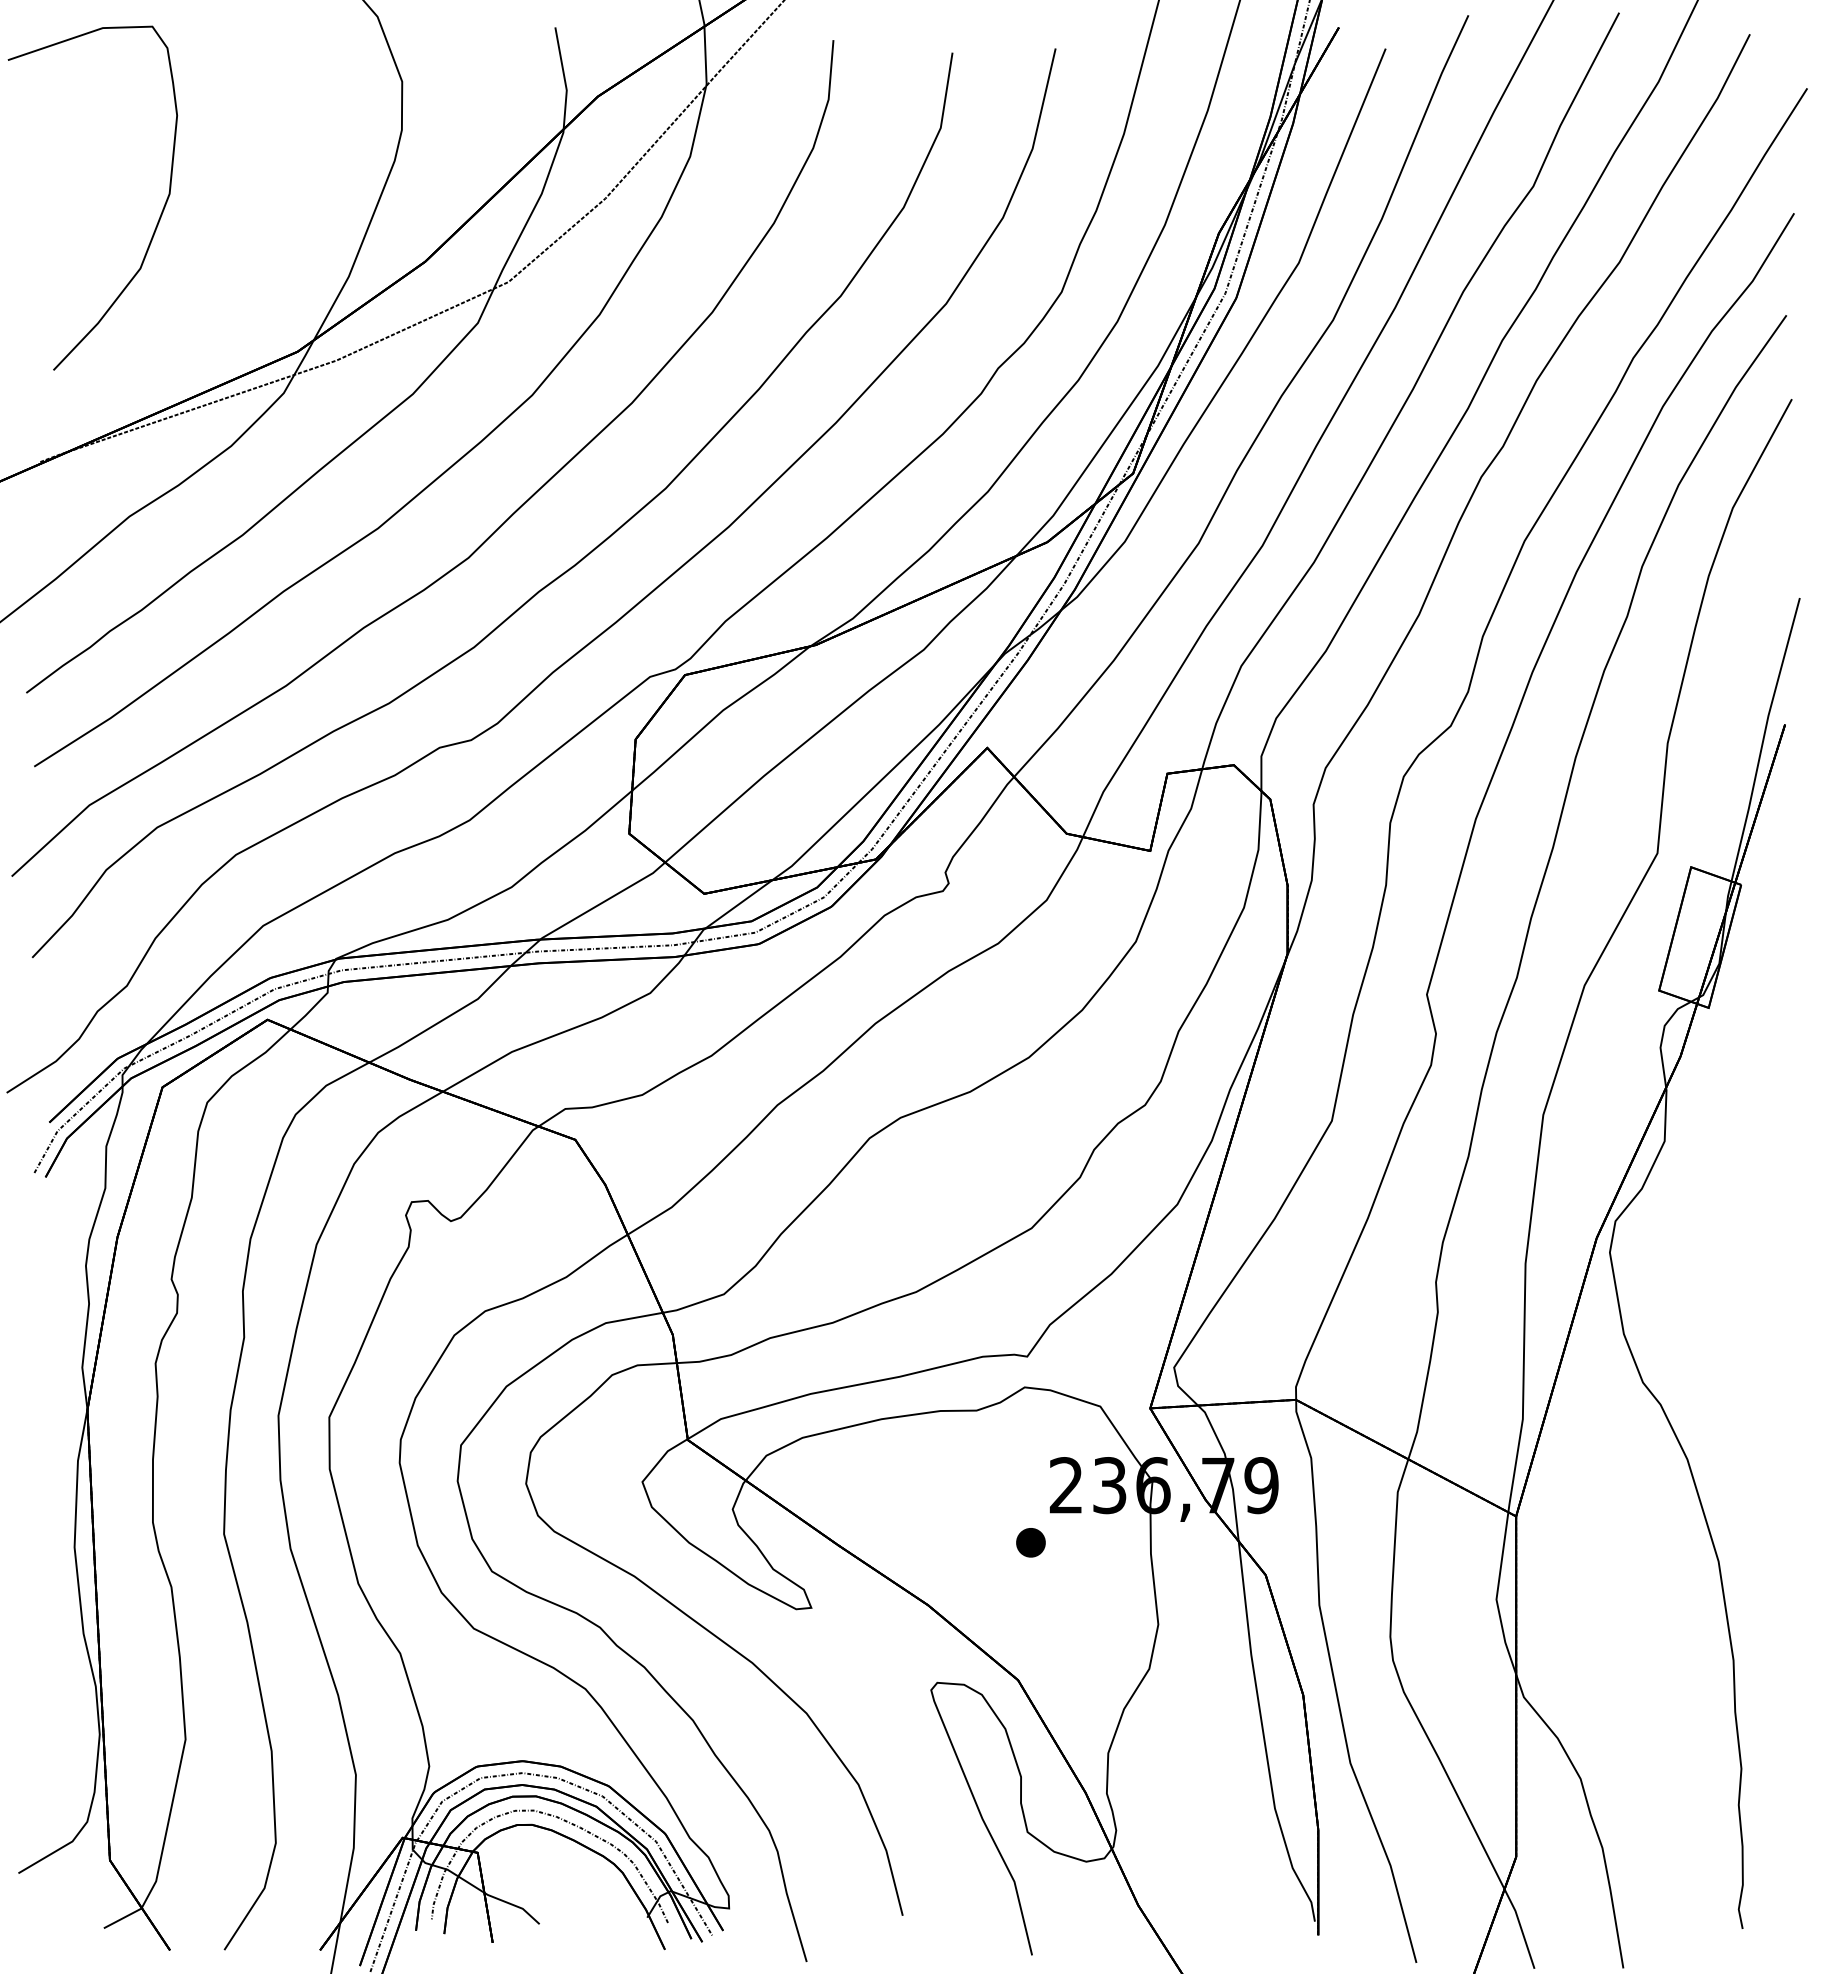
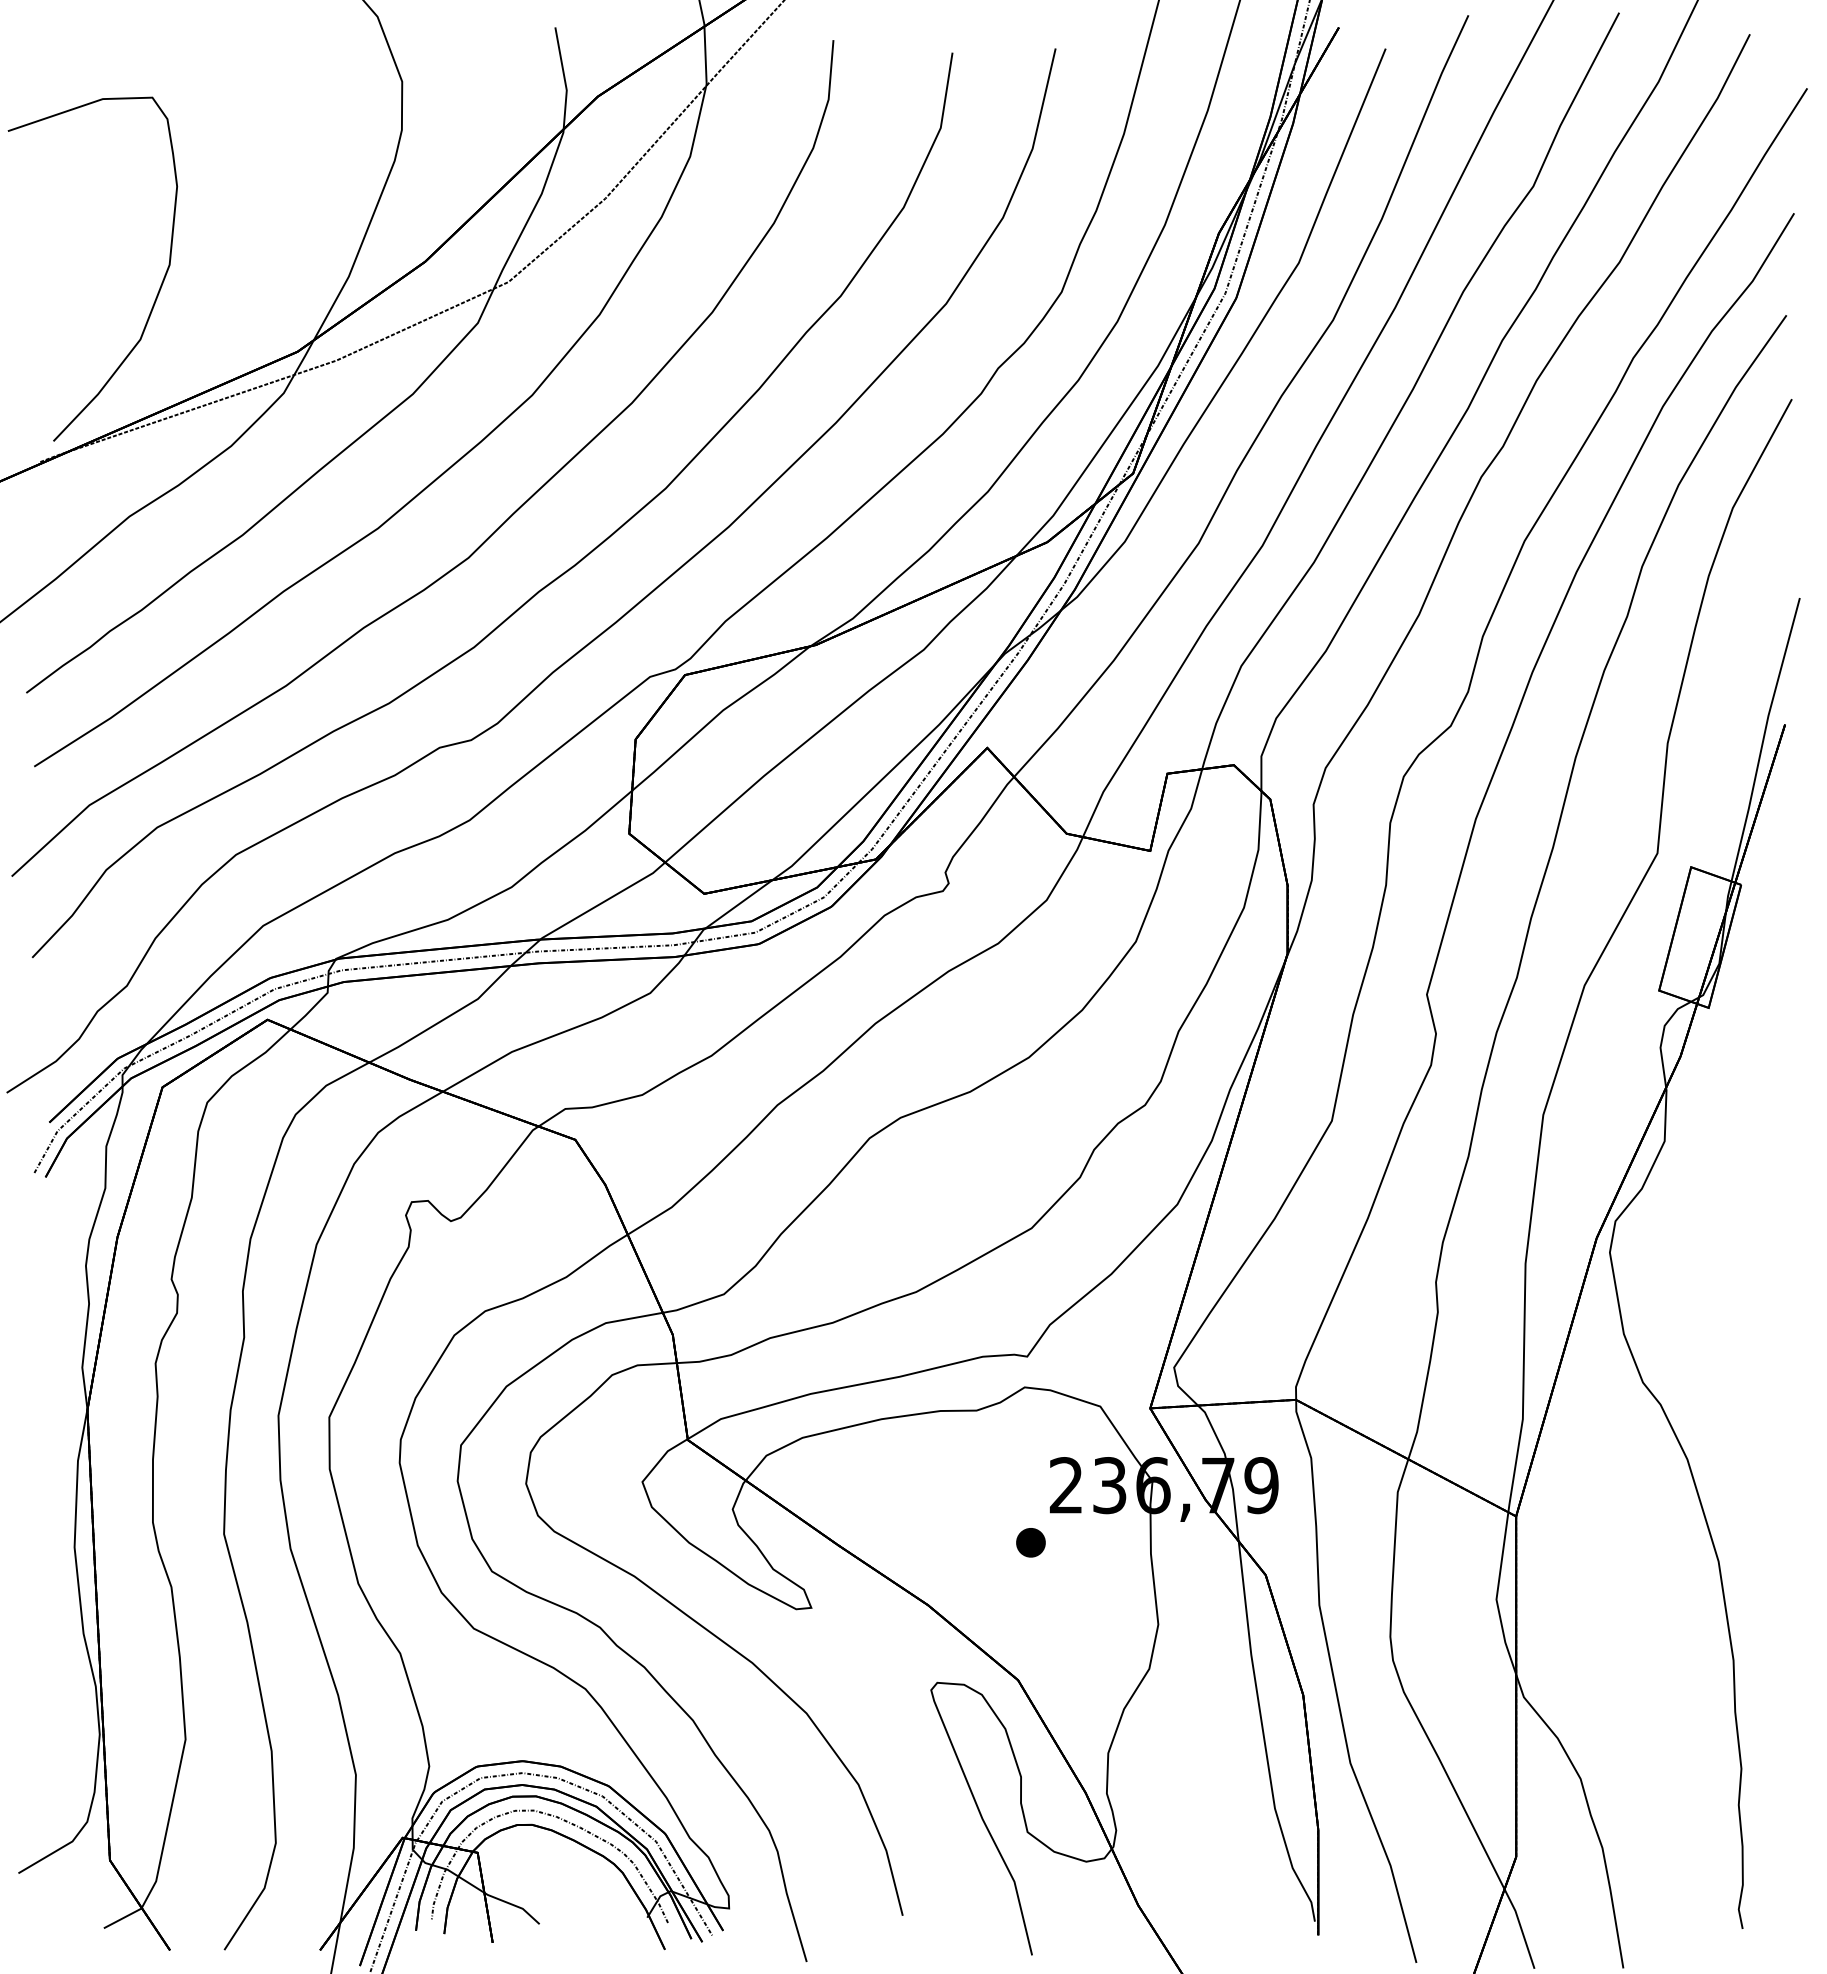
curve at (157, 221) position: (157, 221) -> (157, 292)
